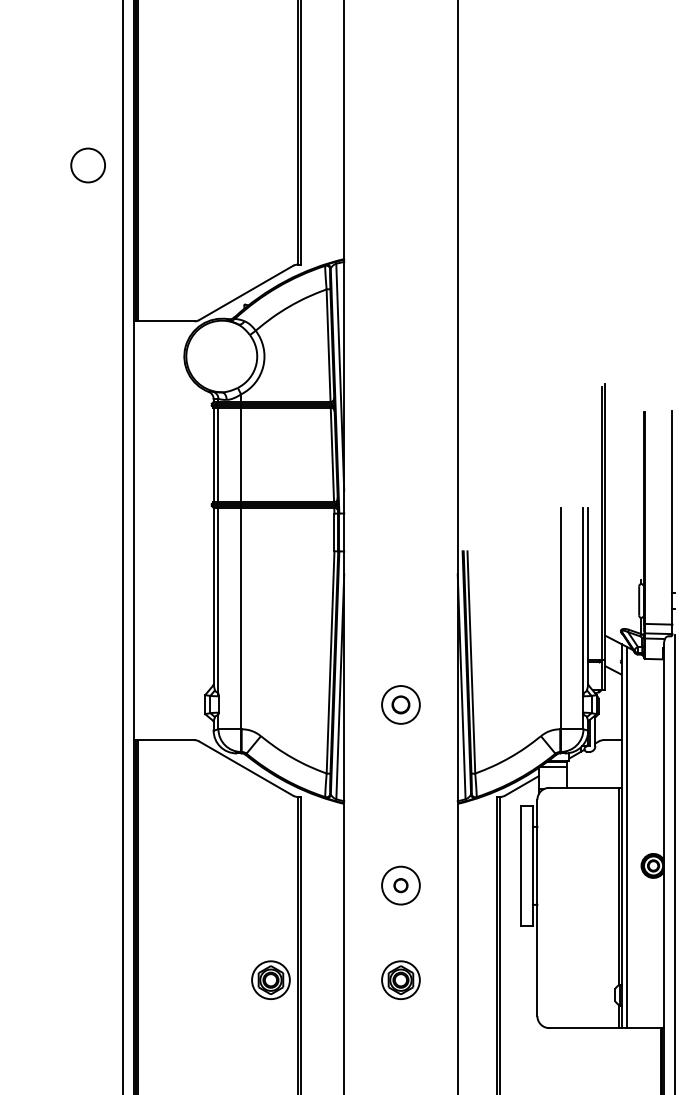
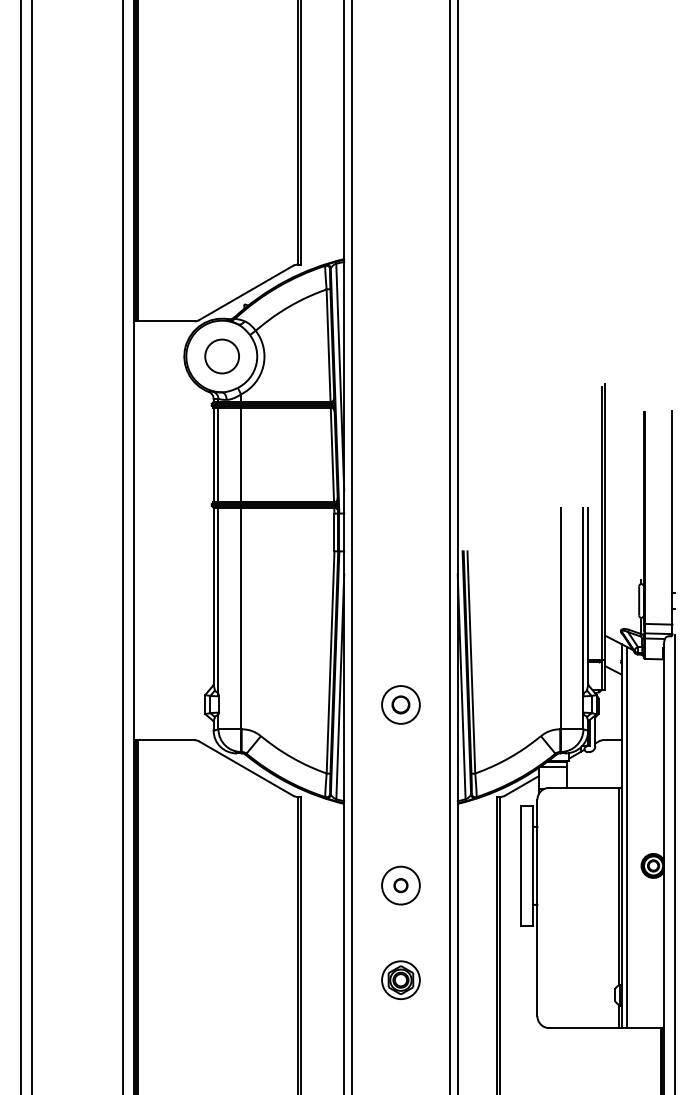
circle at (87, 165) position: (87, 165) -> (221, 356)
line at (20, 546): none -> present
line at (32, 546): none -> present
line at (351, 546): none -> present
line at (450, 546): none -> present
part at (270, 979): present -> none
